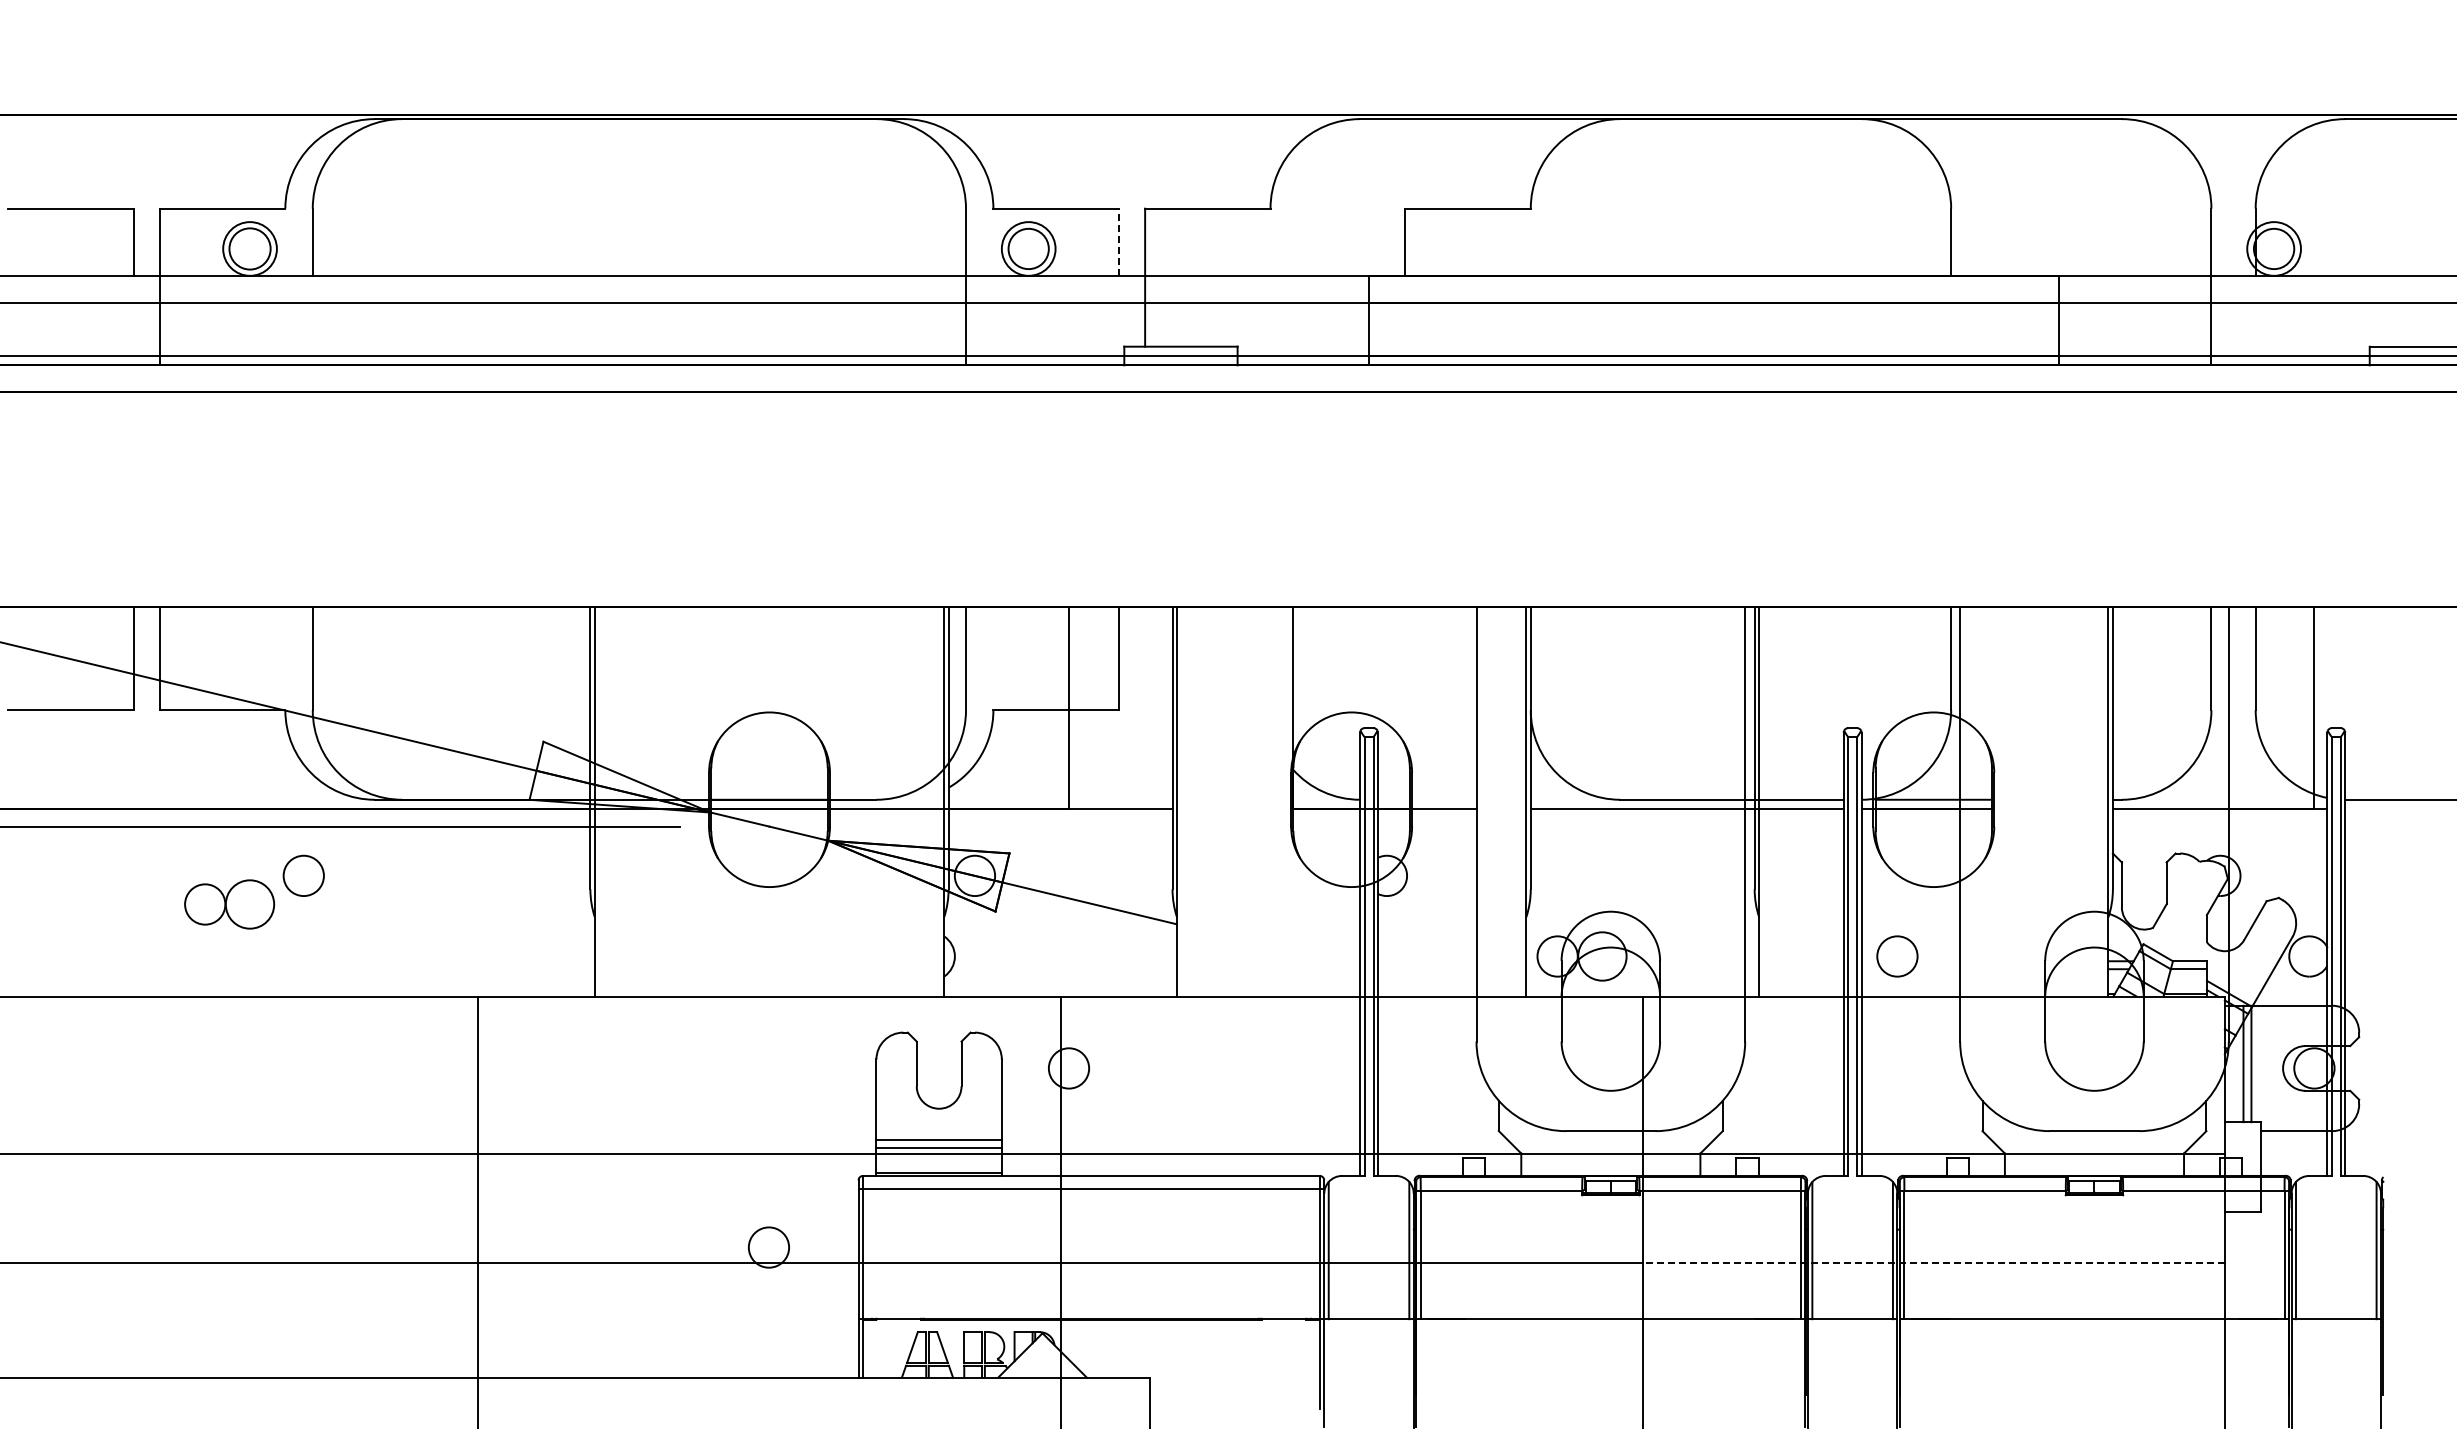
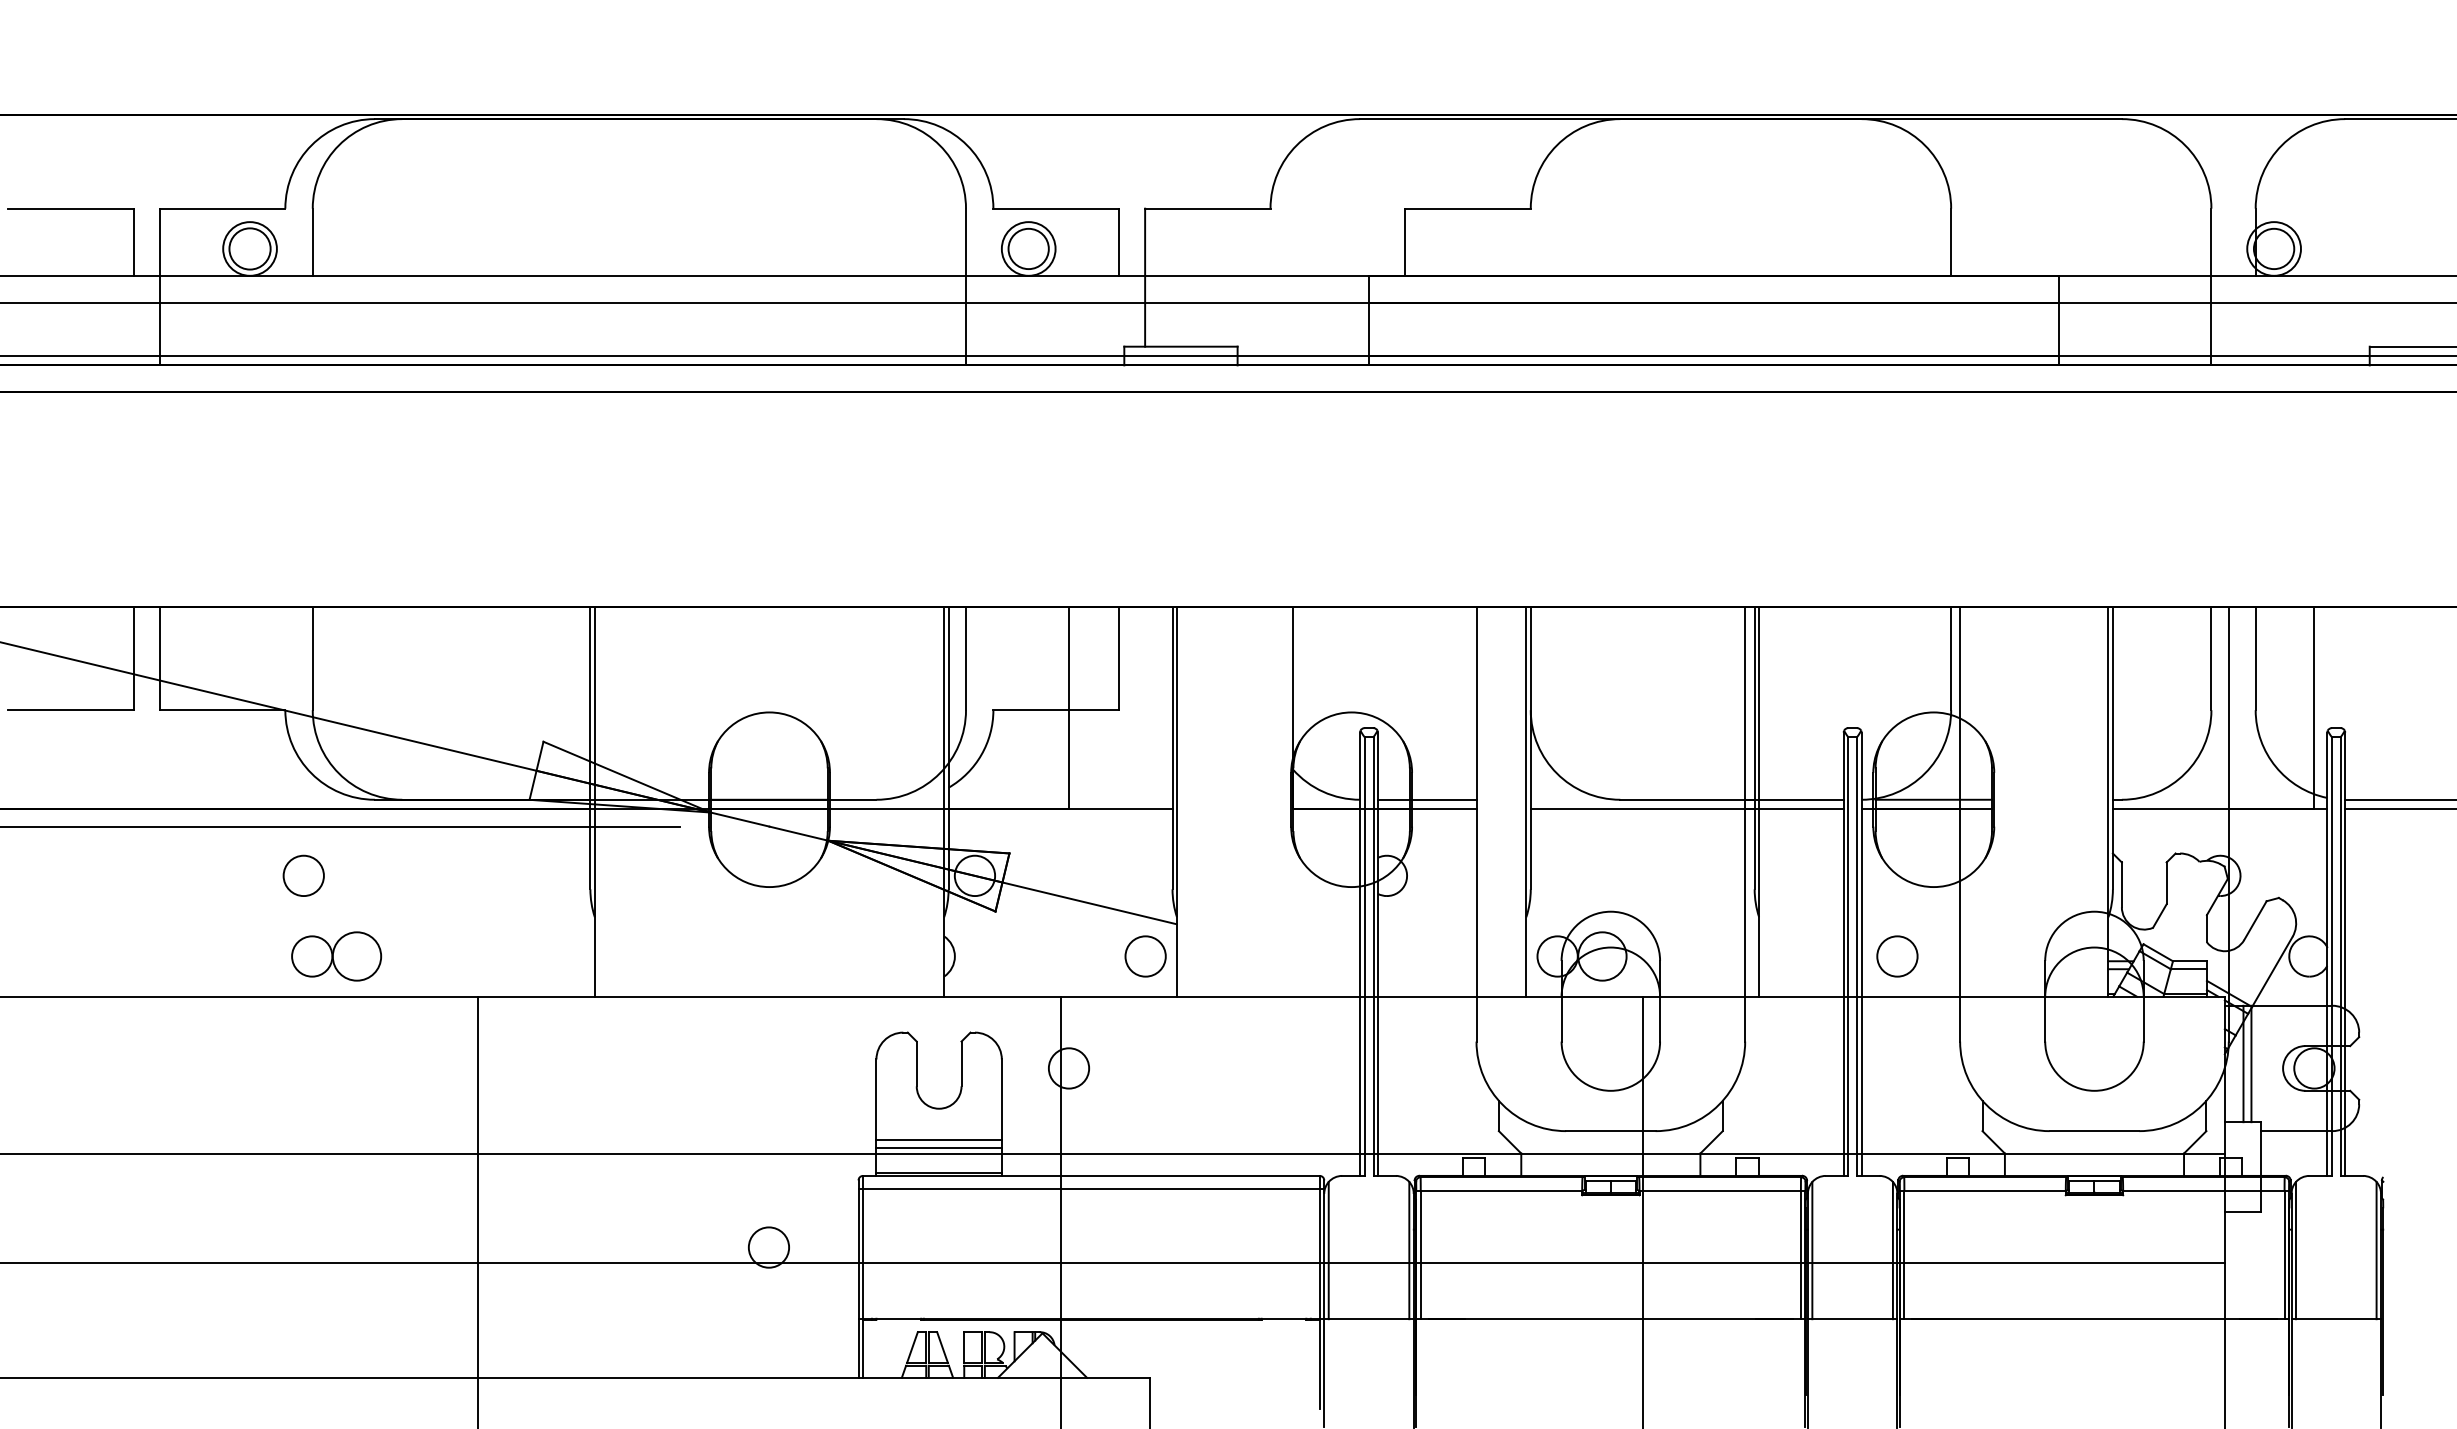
line at (1118, 242): dashed -> solid
line at (1426, 799): none -> present
line at (2399, 808): none -> present
part at (229, 904) position: (229, 904) -> (336, 956)
circle at (1145, 956): none -> present
line at (1933, 1262): dashed -> solid
